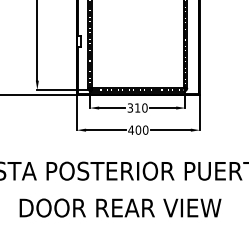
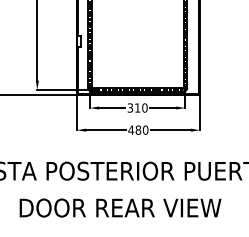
text at (138, 129): 400 -> 480
